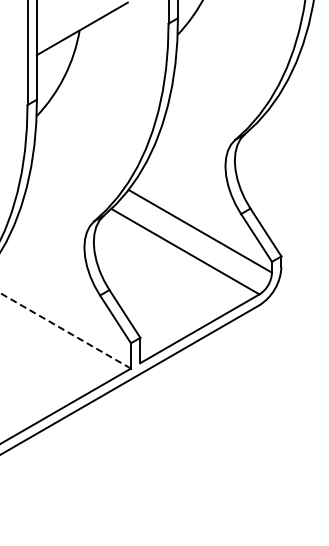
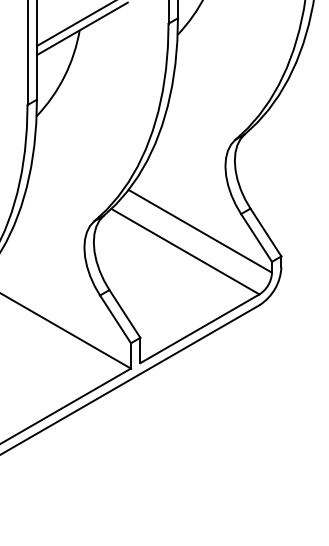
line at (74, 24): none -> present
line at (65, 330): dashed -> solid
